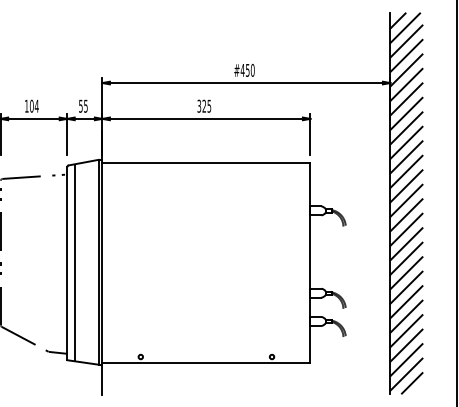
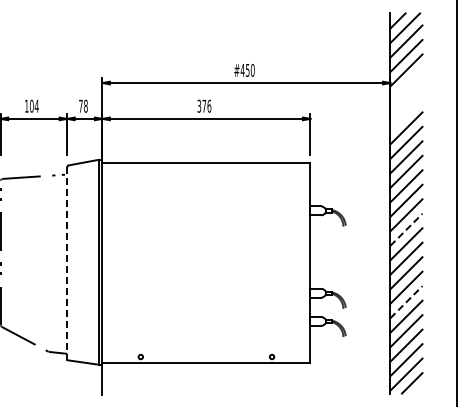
line at (406, 84): present -> none
line at (406, 99): present -> none
text at (206, 105): 325 -> 376
text at (83, 106): 55 -> 78
line at (406, 113): present -> none
line at (406, 229): solid -> dashed
line at (74, 262): present -> none
line at (67, 264): solid -> dashed
line at (406, 302): solid -> dashed
